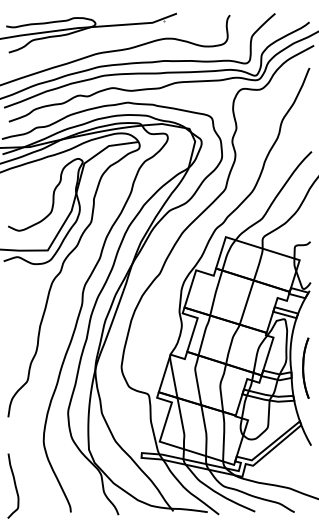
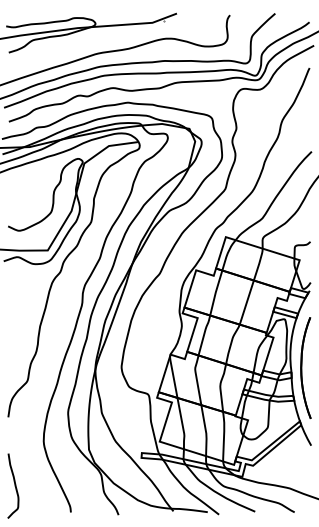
part at (305, 367) size: 8x62 px -> 12x103 px
